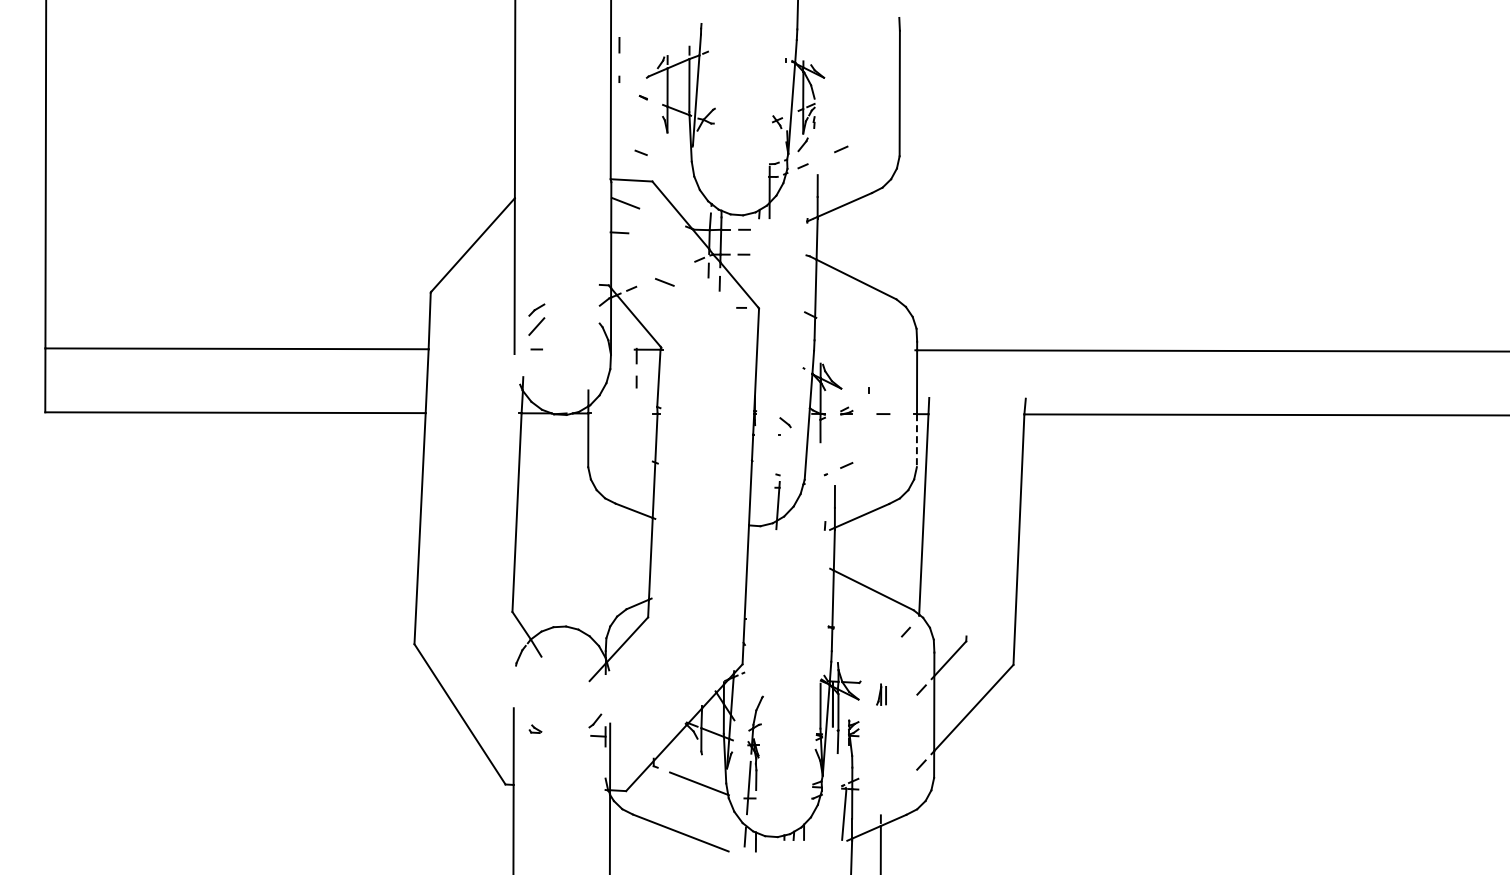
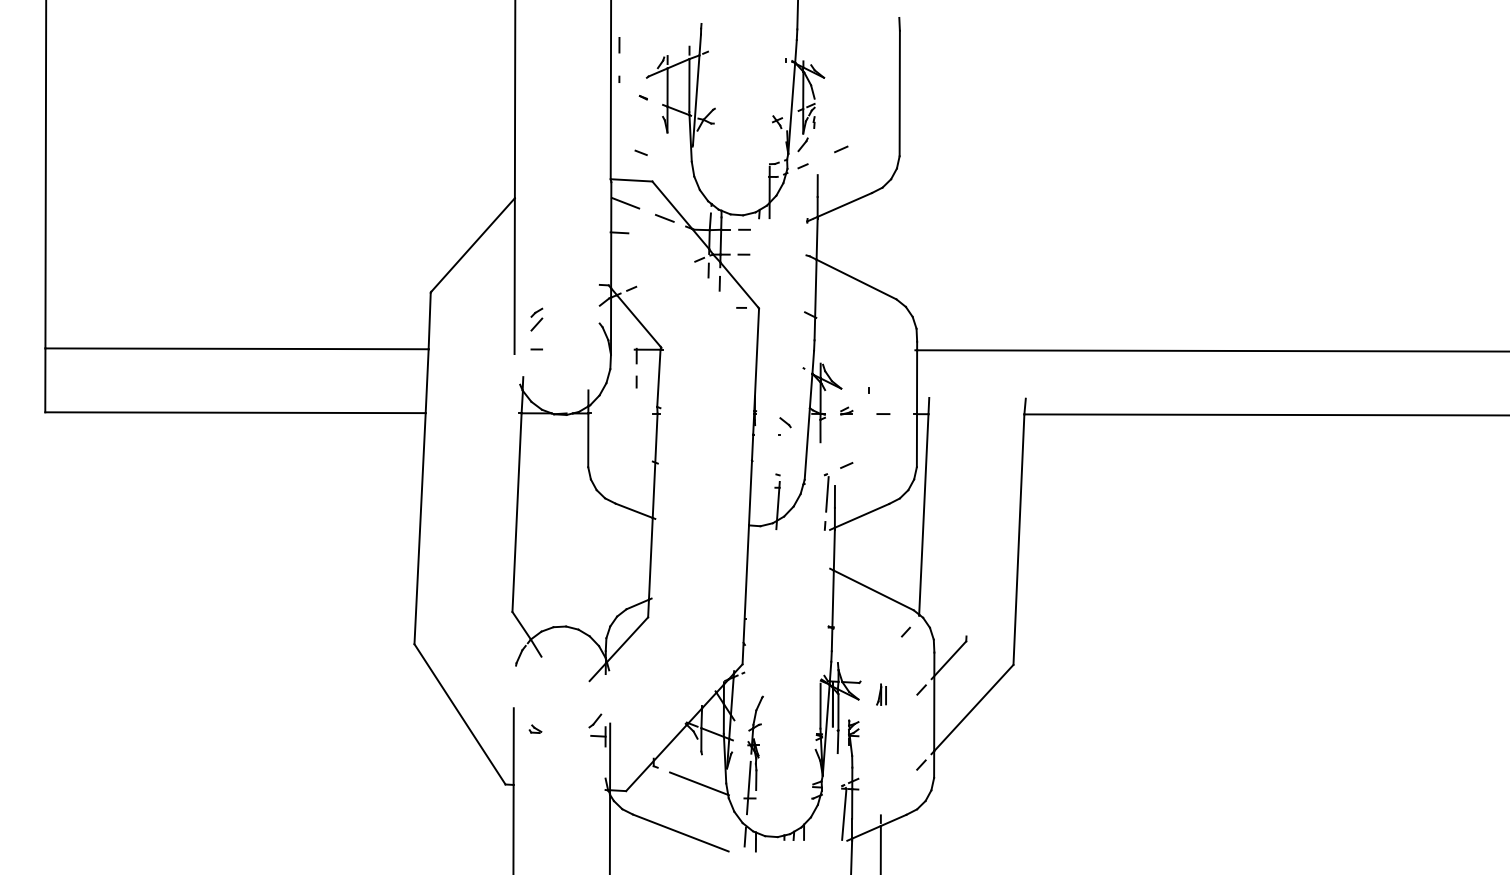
line at (664, 282) position: (664, 282) -> (664, 218)
part at (536, 319) size: 18x33 px -> 14x25 px
line at (916, 441): dashed -> solid
line at (827, 494): none -> present
